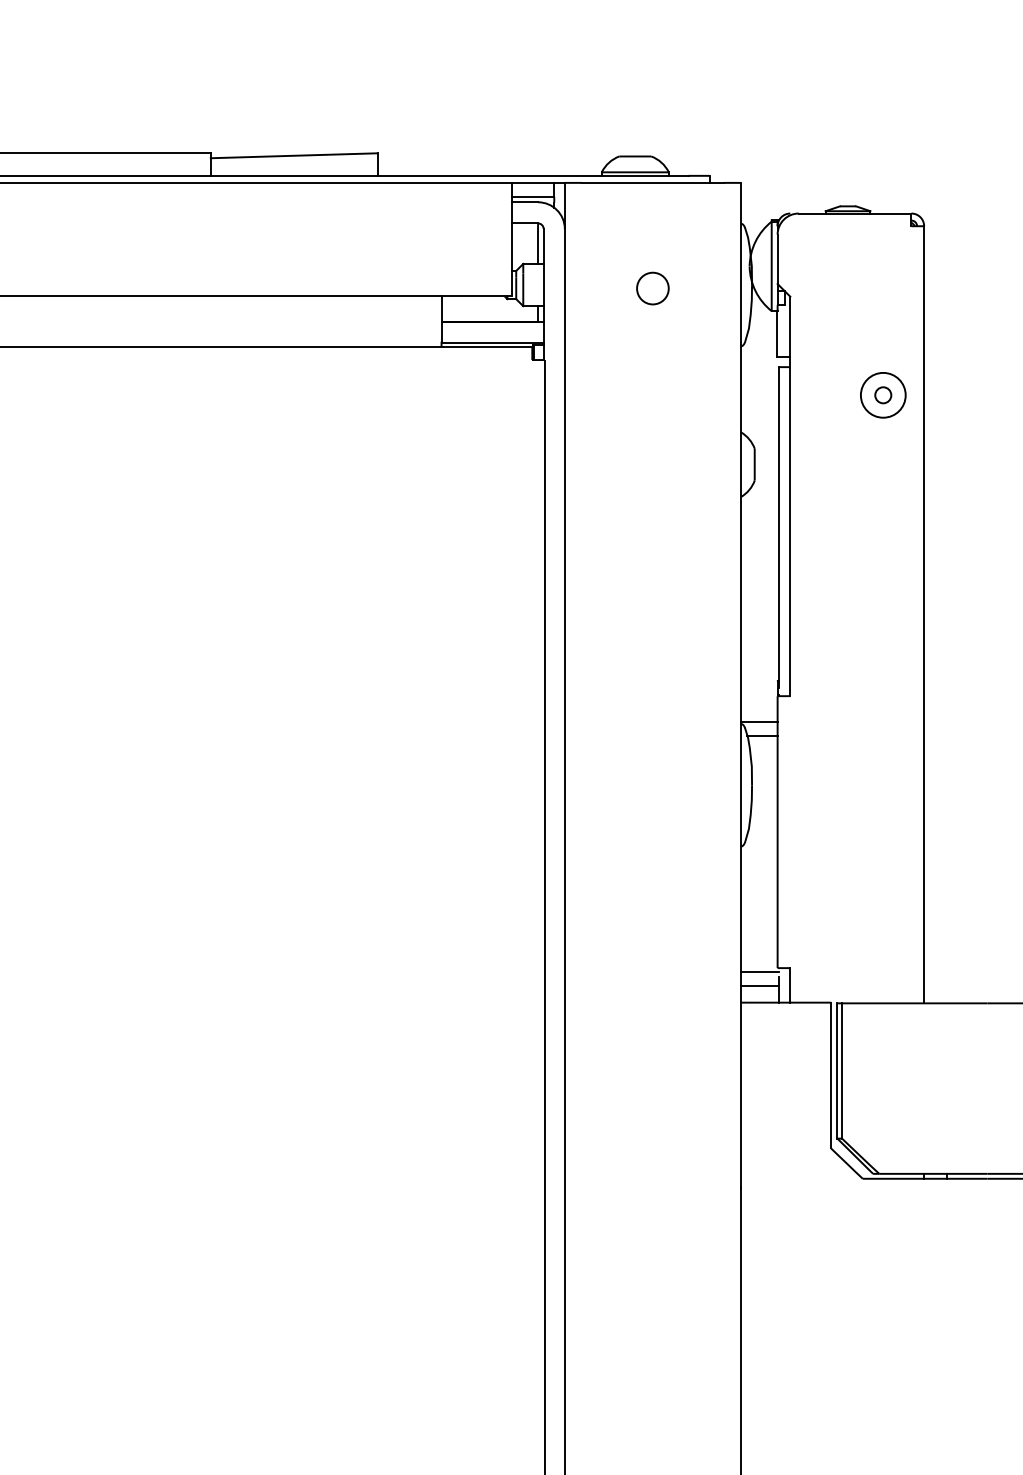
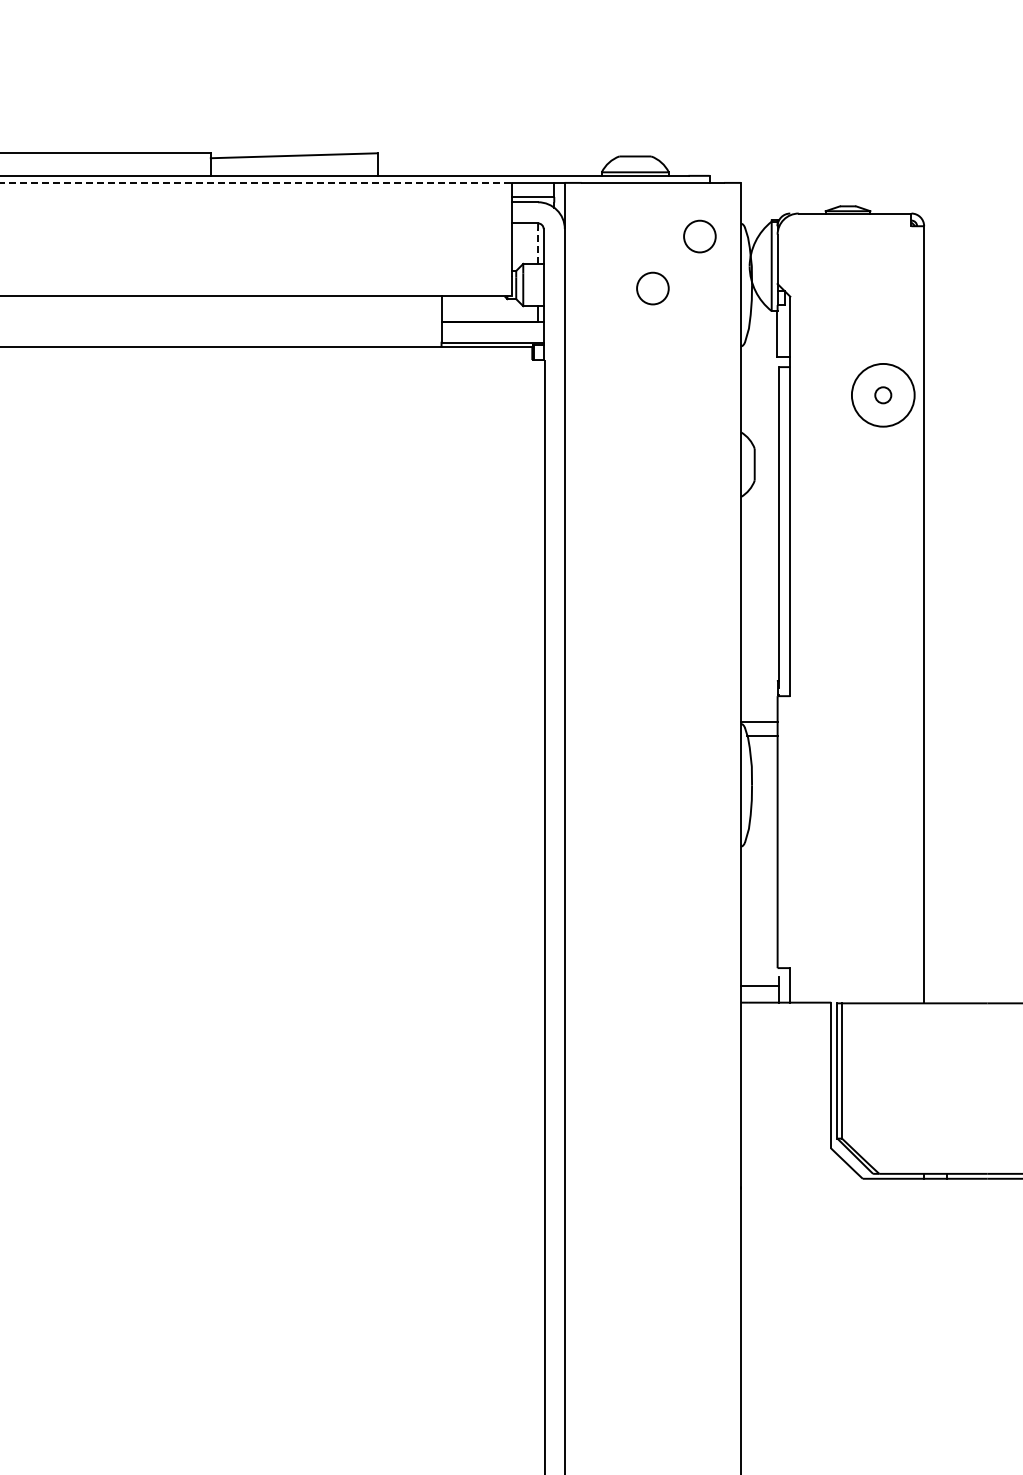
line at (257, 182): solid -> dashed
circle at (699, 236): none -> present
line at (538, 245): solid -> dashed
circle at (882, 394) diameter: 45 px -> 63 px
line at (759, 972): present -> none
